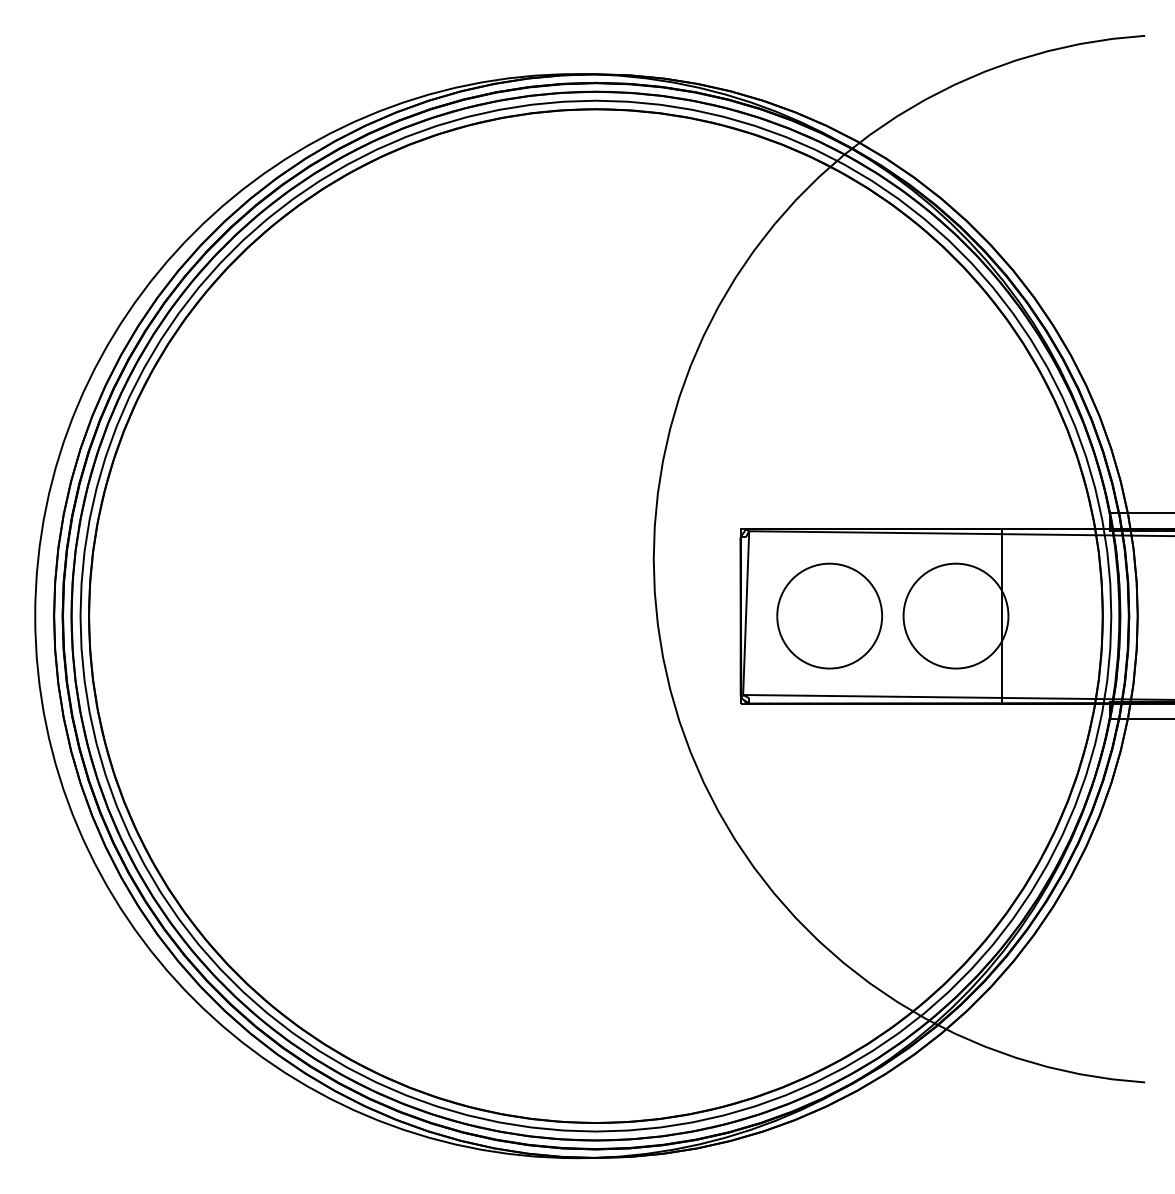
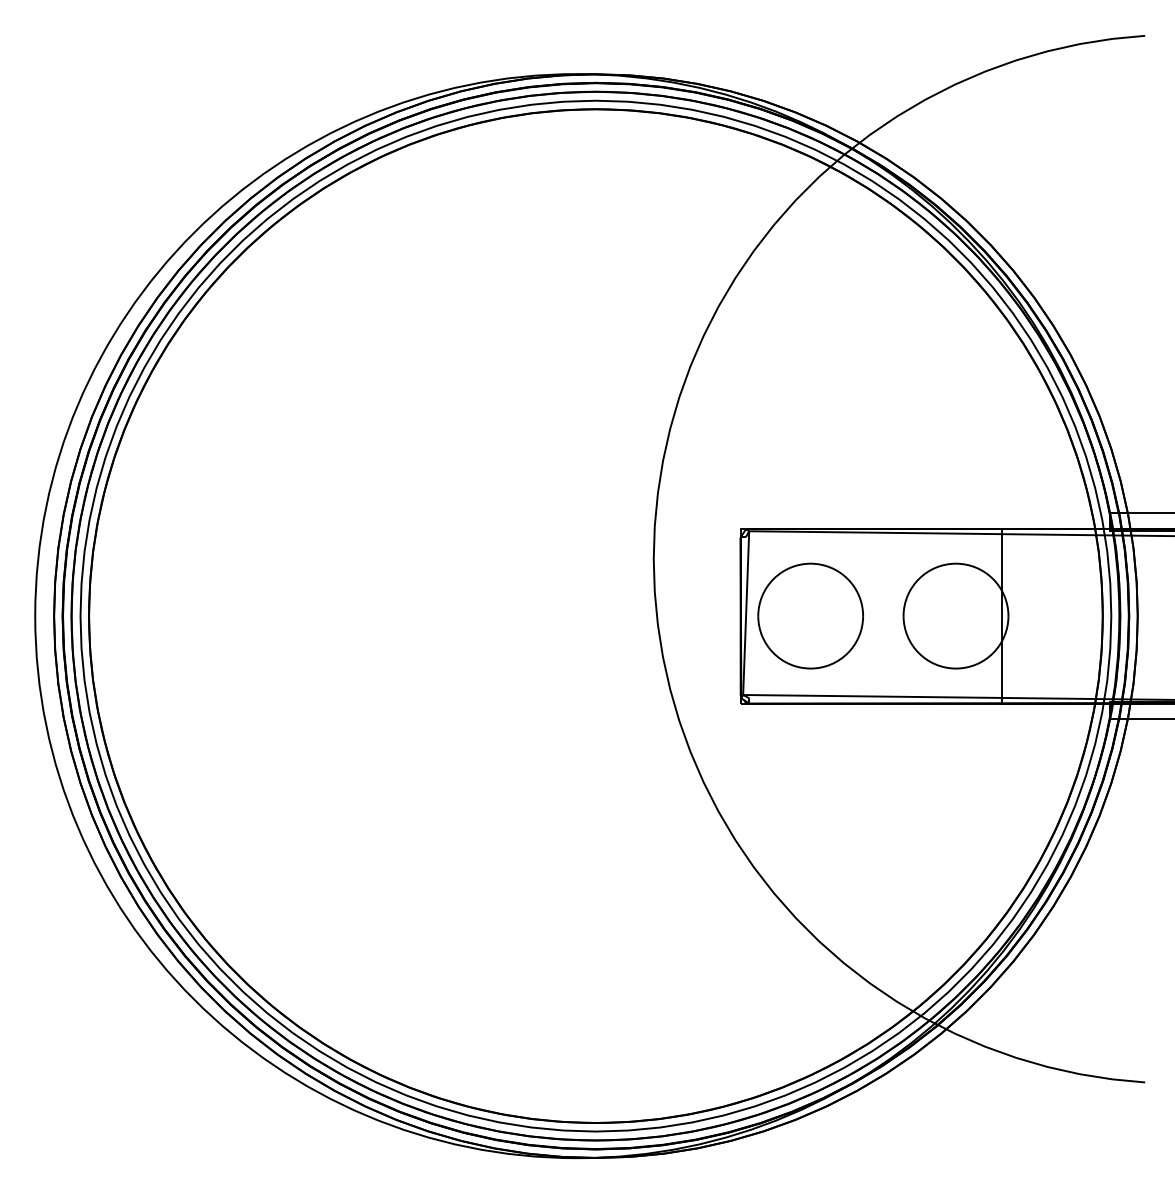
part at (829, 615) position: (829, 615) -> (810, 615)
